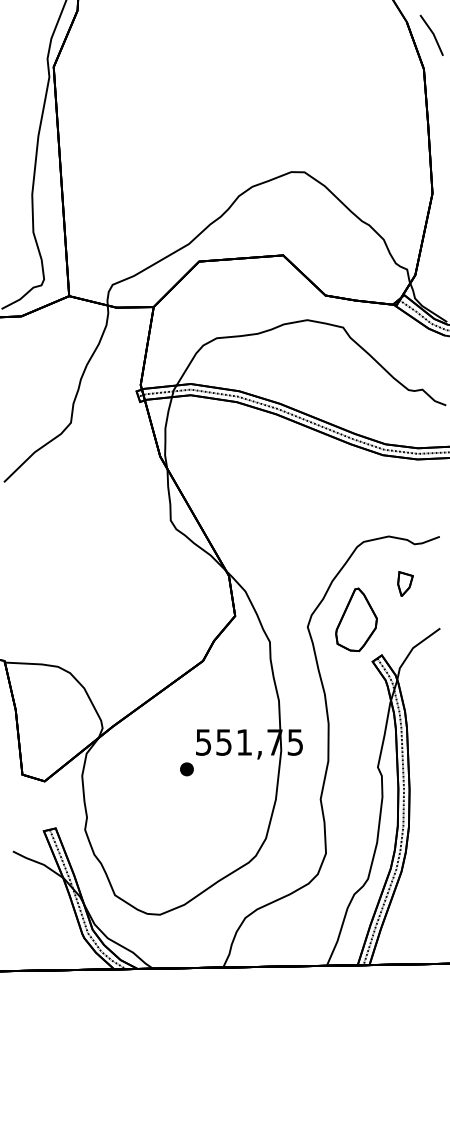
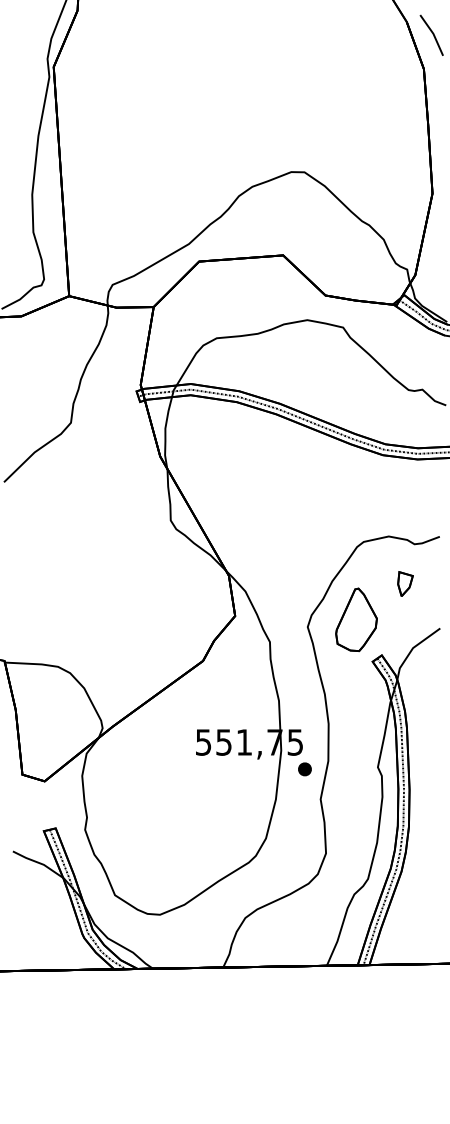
part at (186, 769) position: (186, 769) -> (304, 769)
